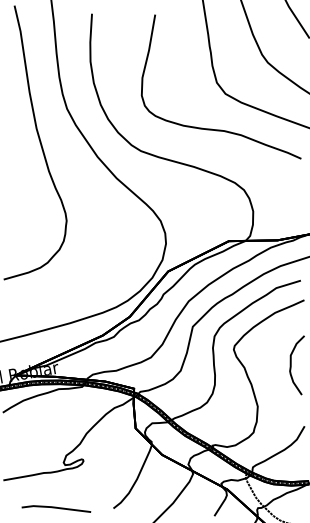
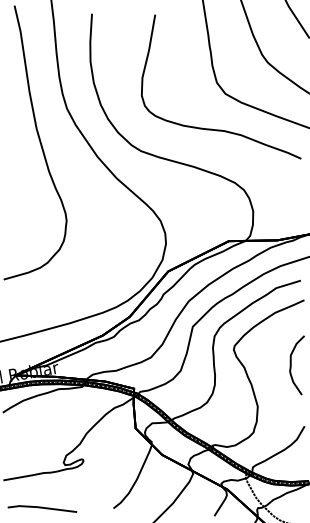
line at (56, 508) position: (56, 508) -> (42, 508)
